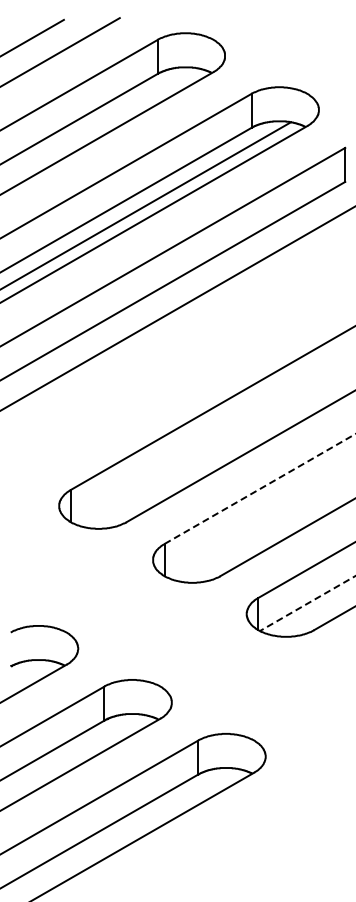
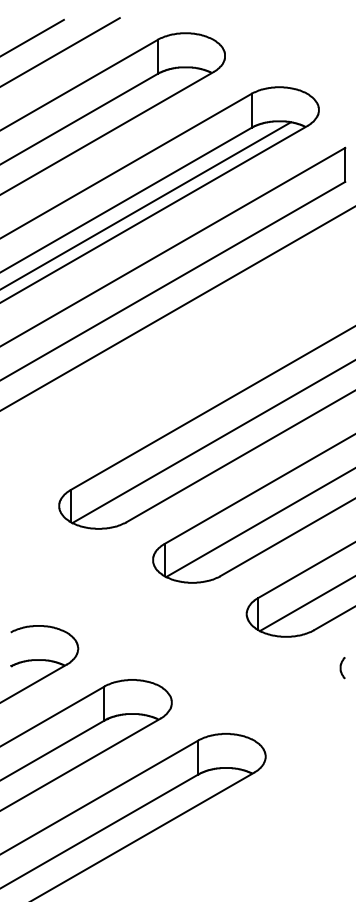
line at (212, 442): none -> present
line at (260, 488): dashed -> solid
line at (259, 523): none -> present
line at (307, 603): dashed -> solid
curve at (341, 668): none -> present
